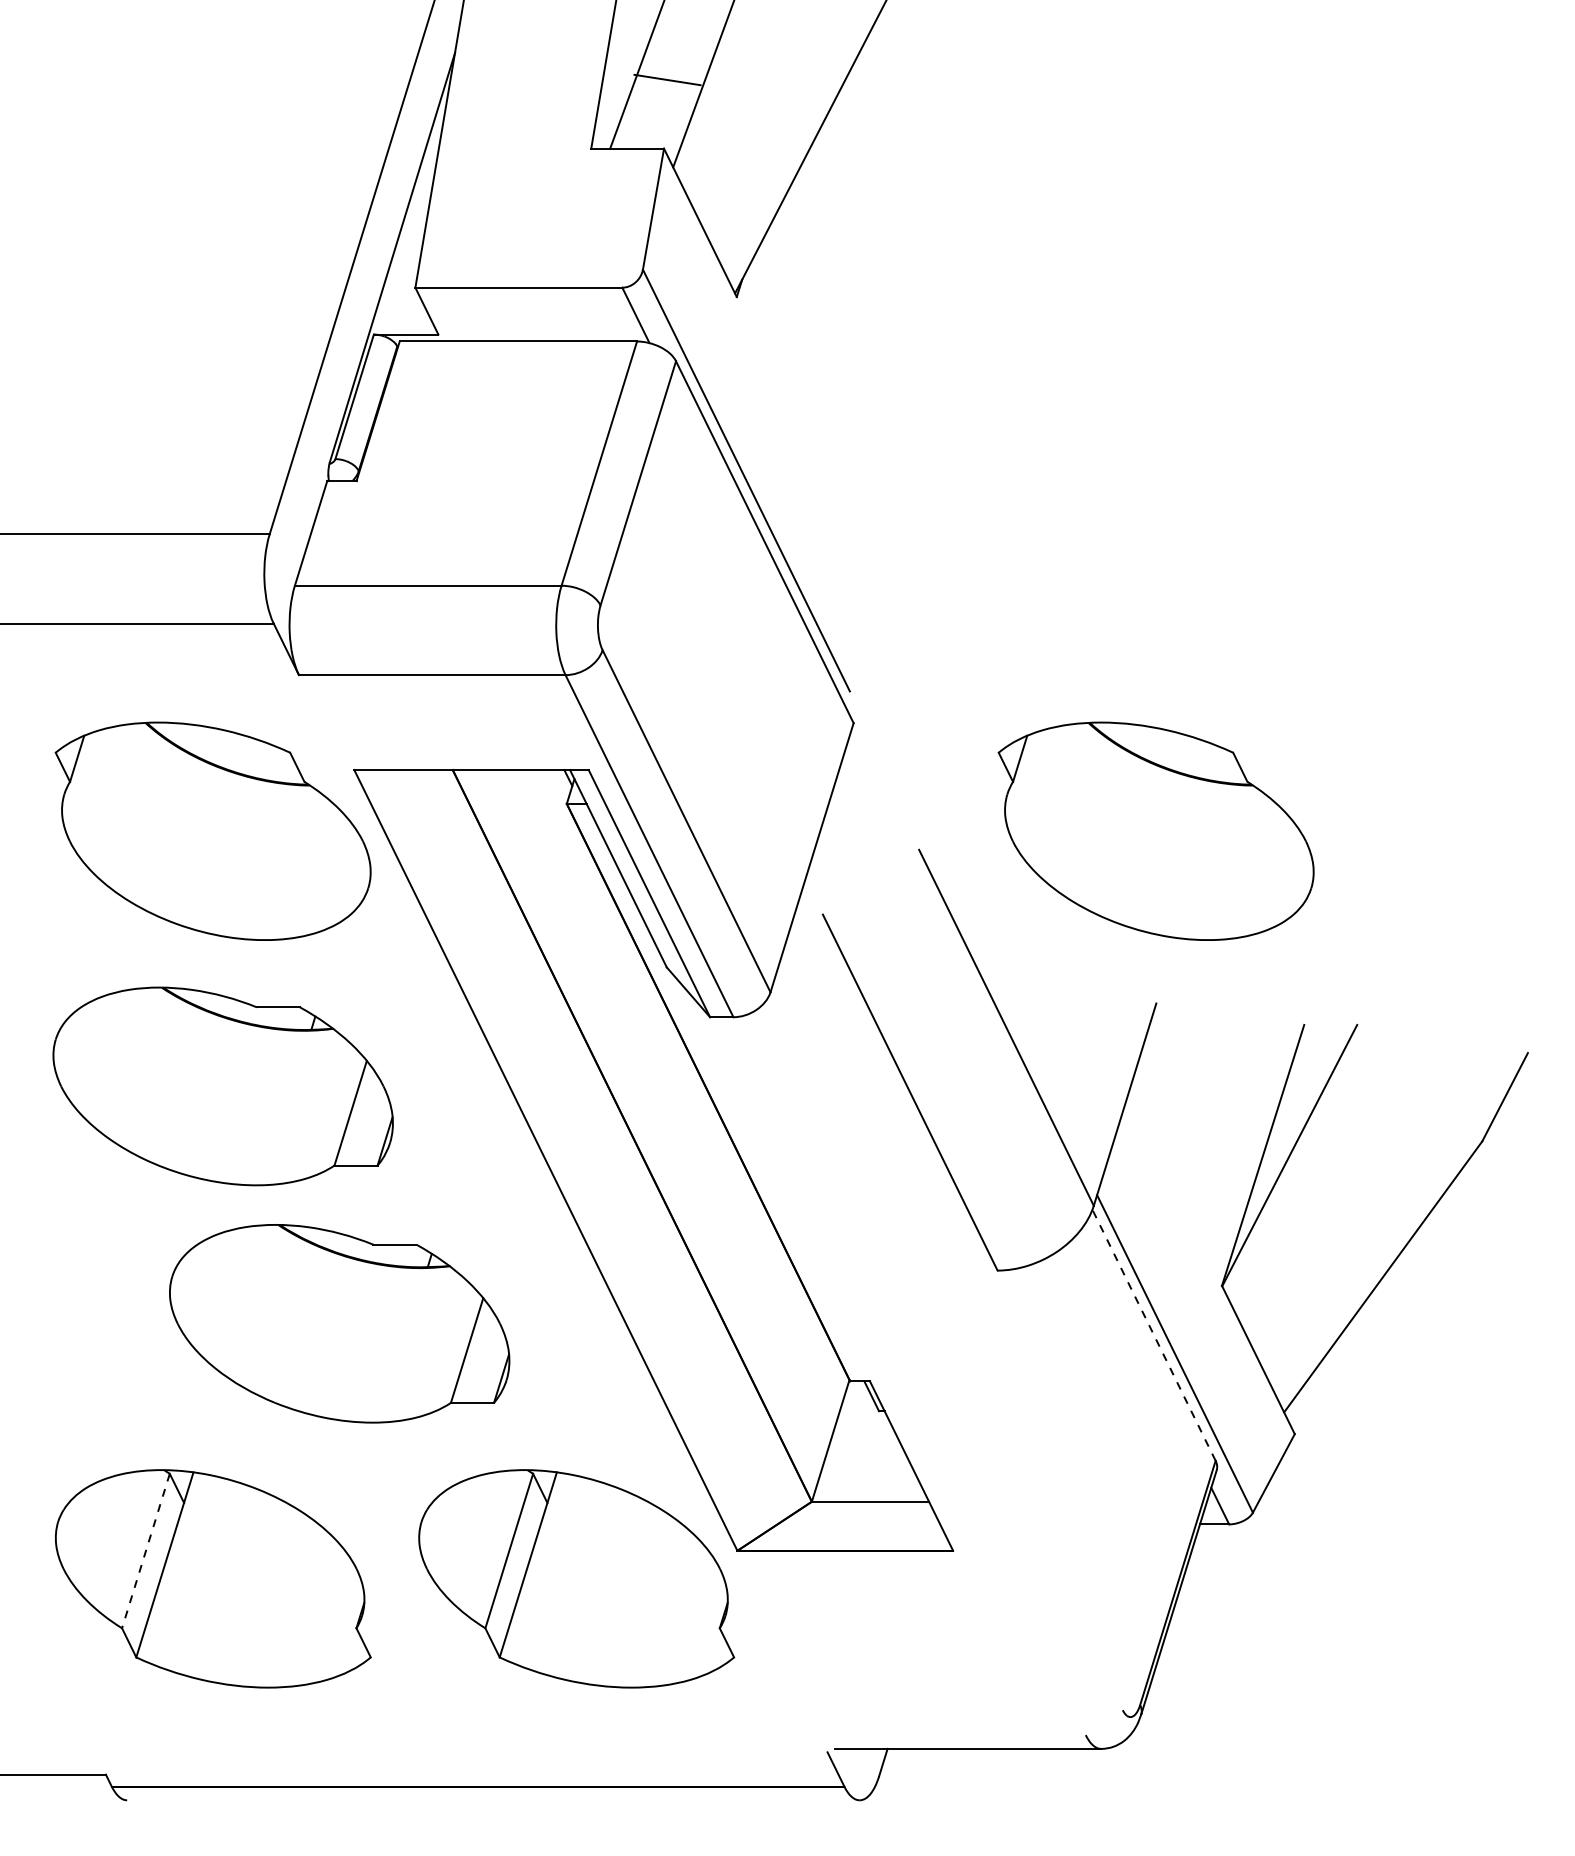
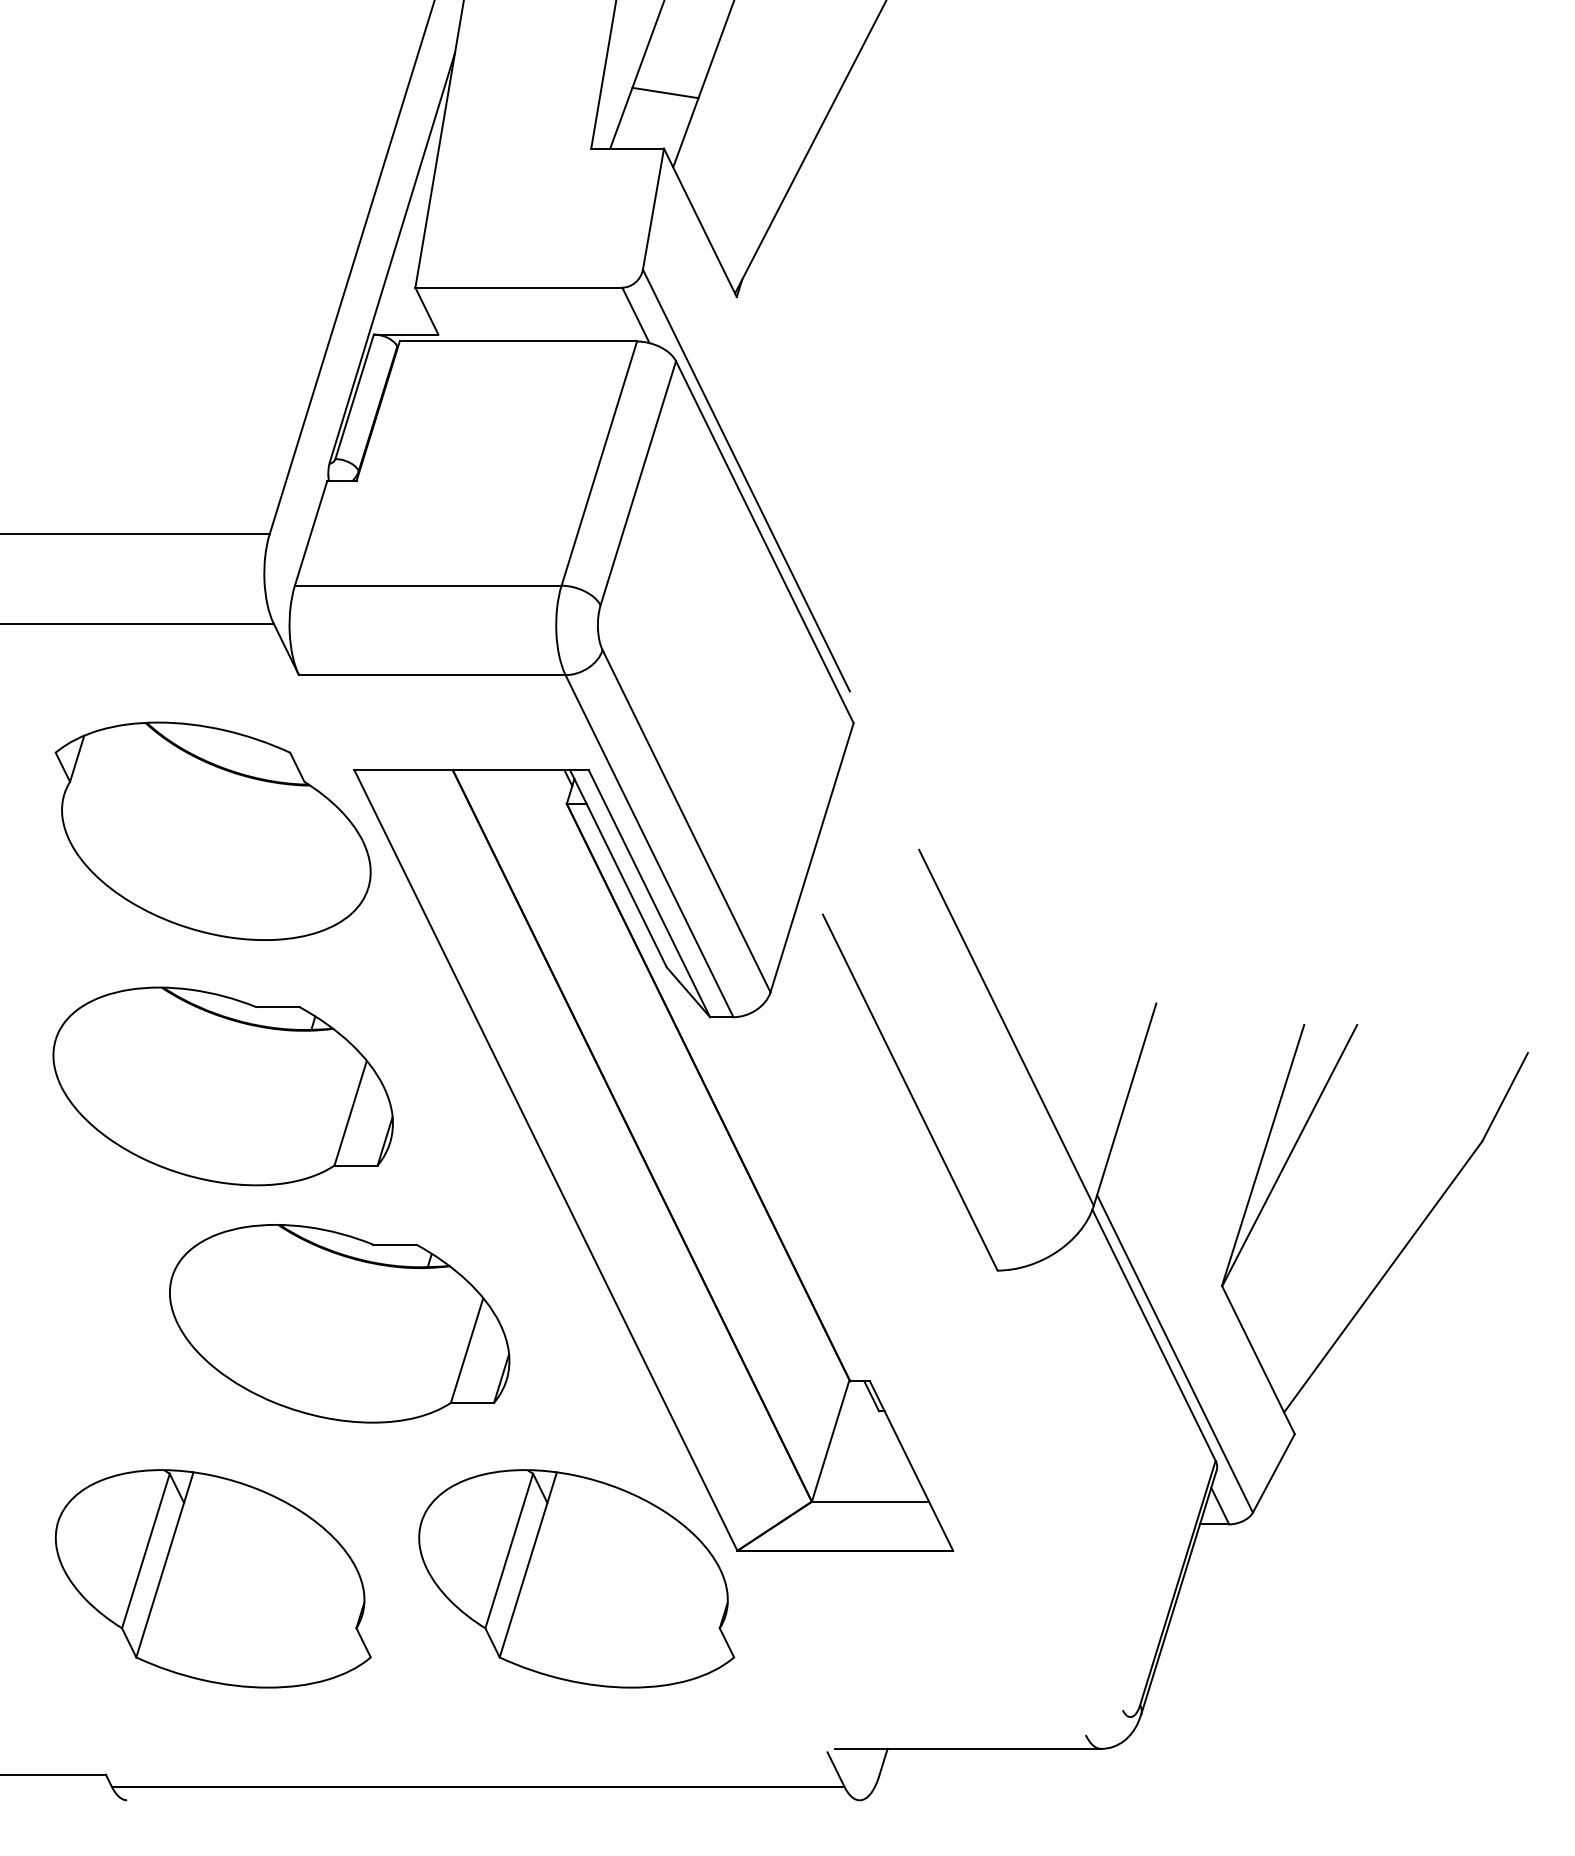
line at (667, 79) position: (667, 79) -> (665, 92)
part at (1155, 830): present -> none
line at (1154, 1335): dashed -> solid
line at (145, 1551): dashed -> solid
